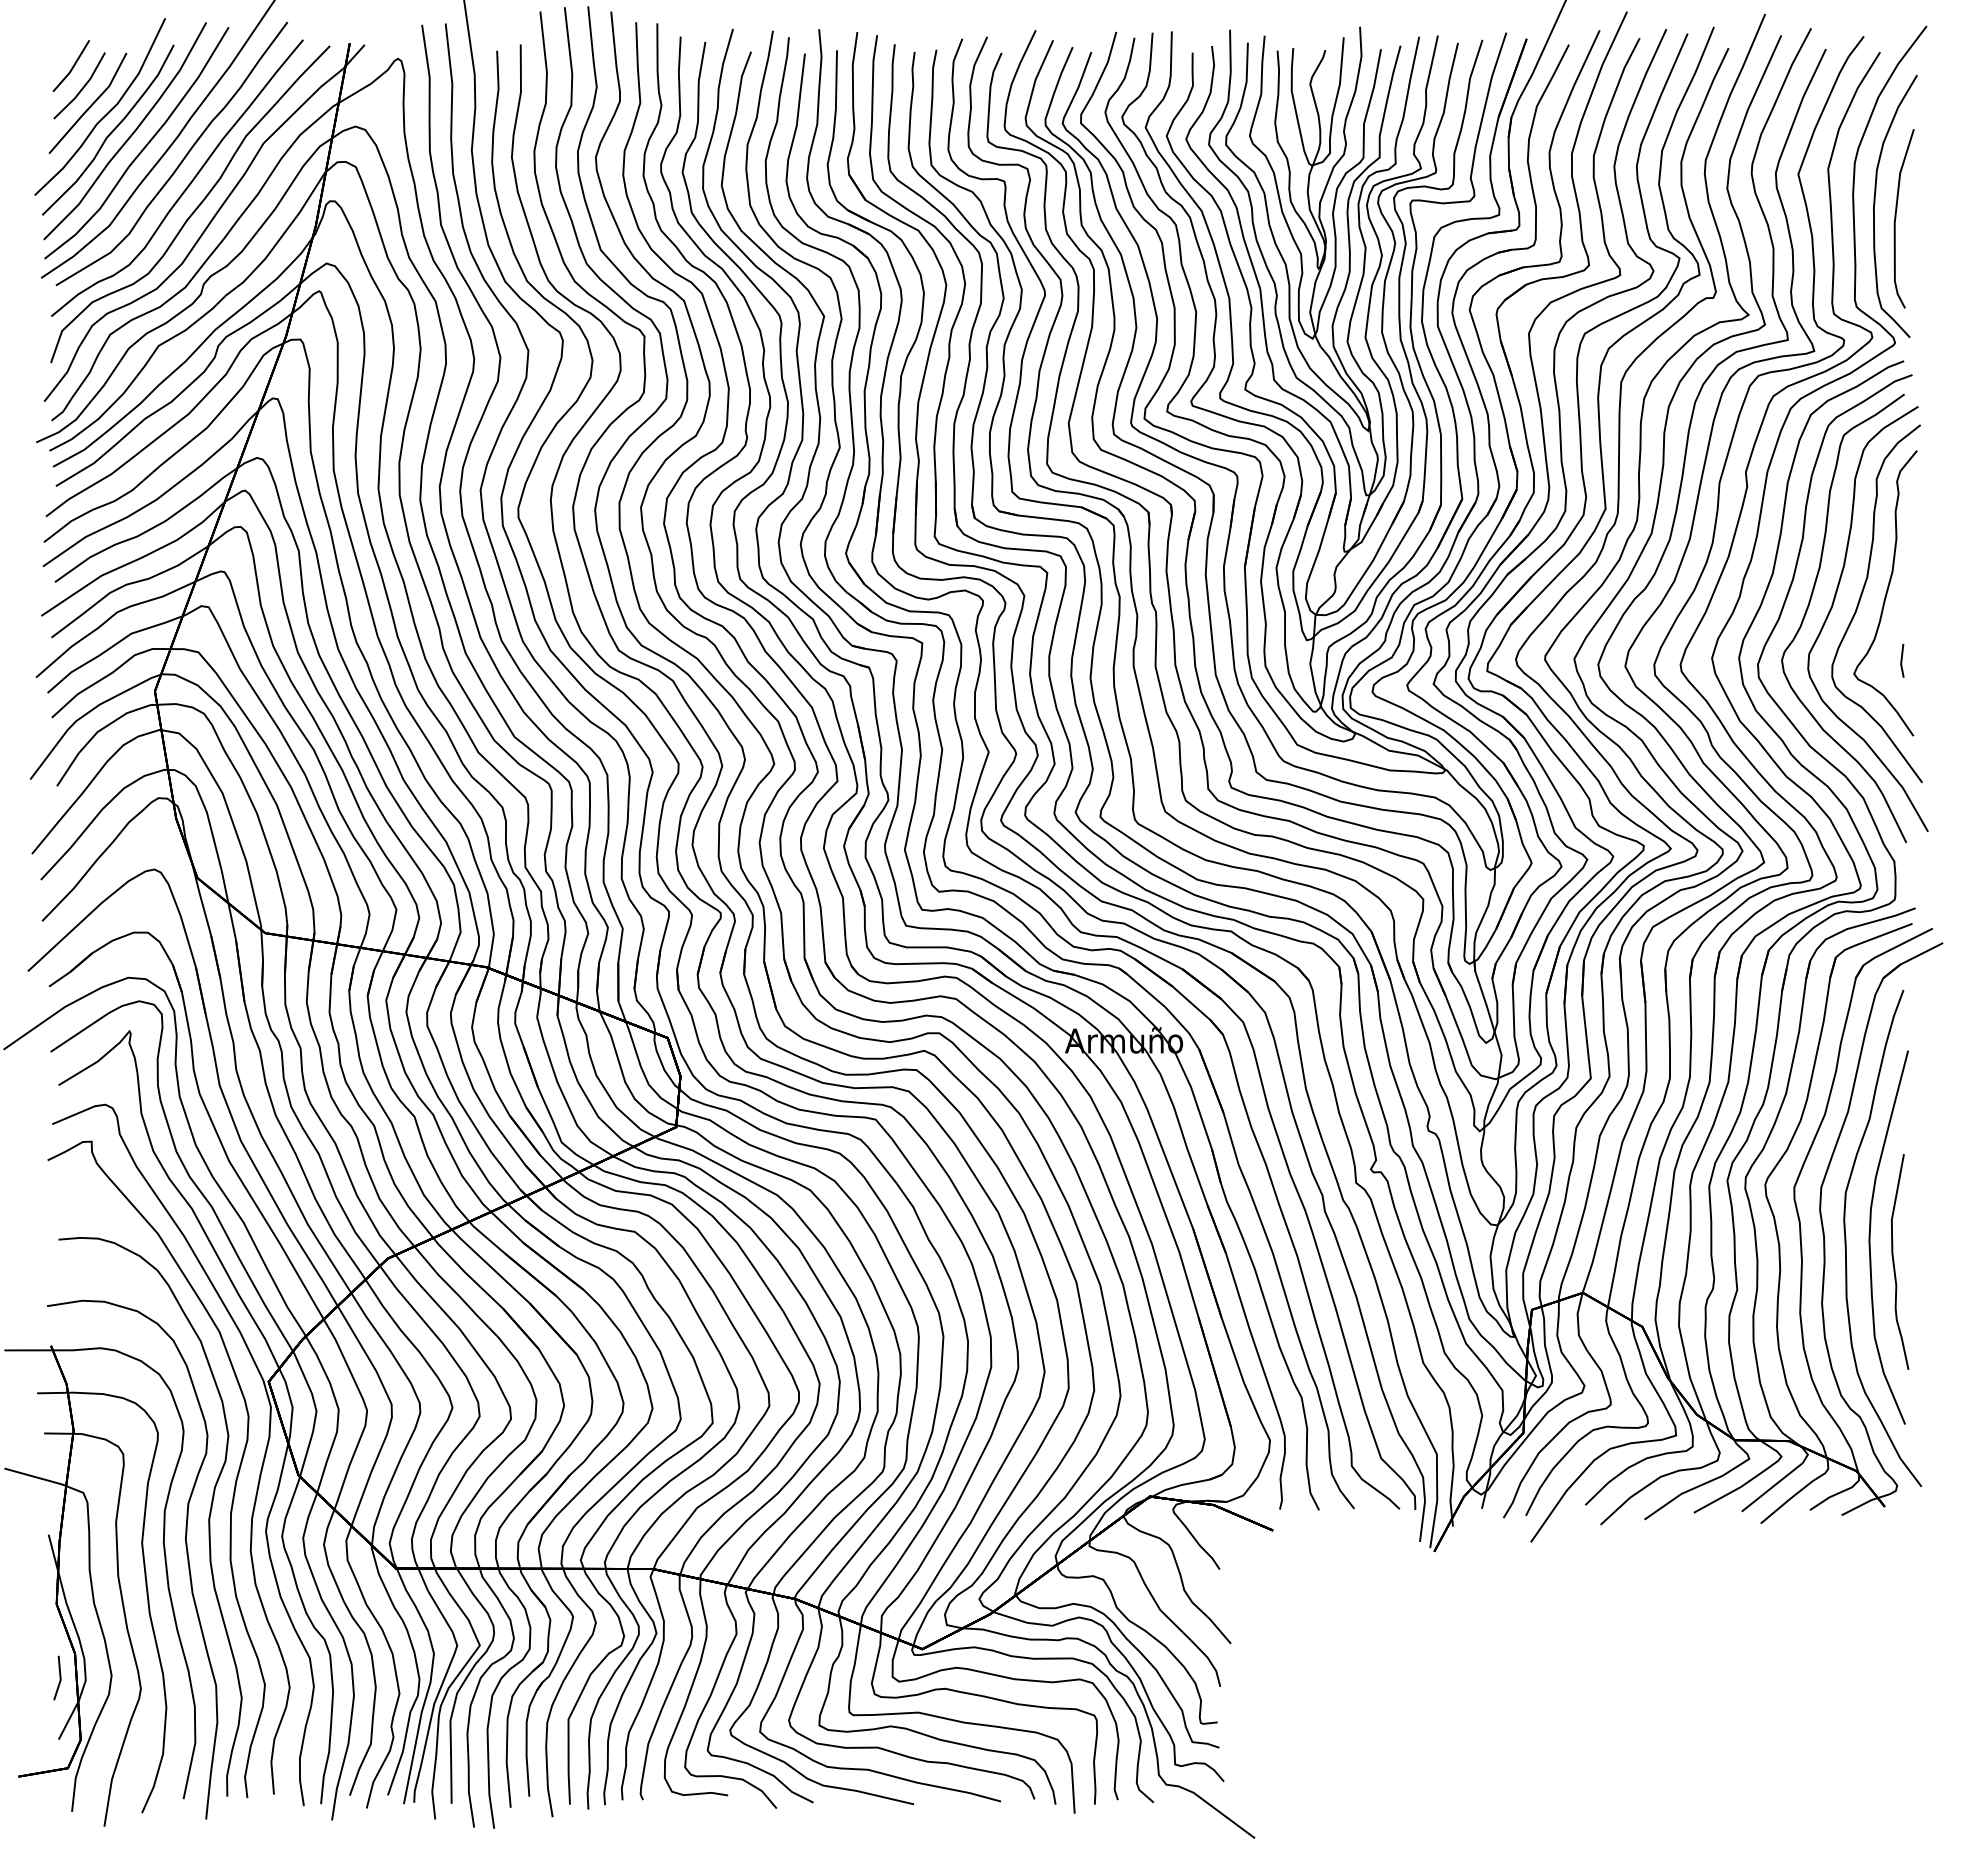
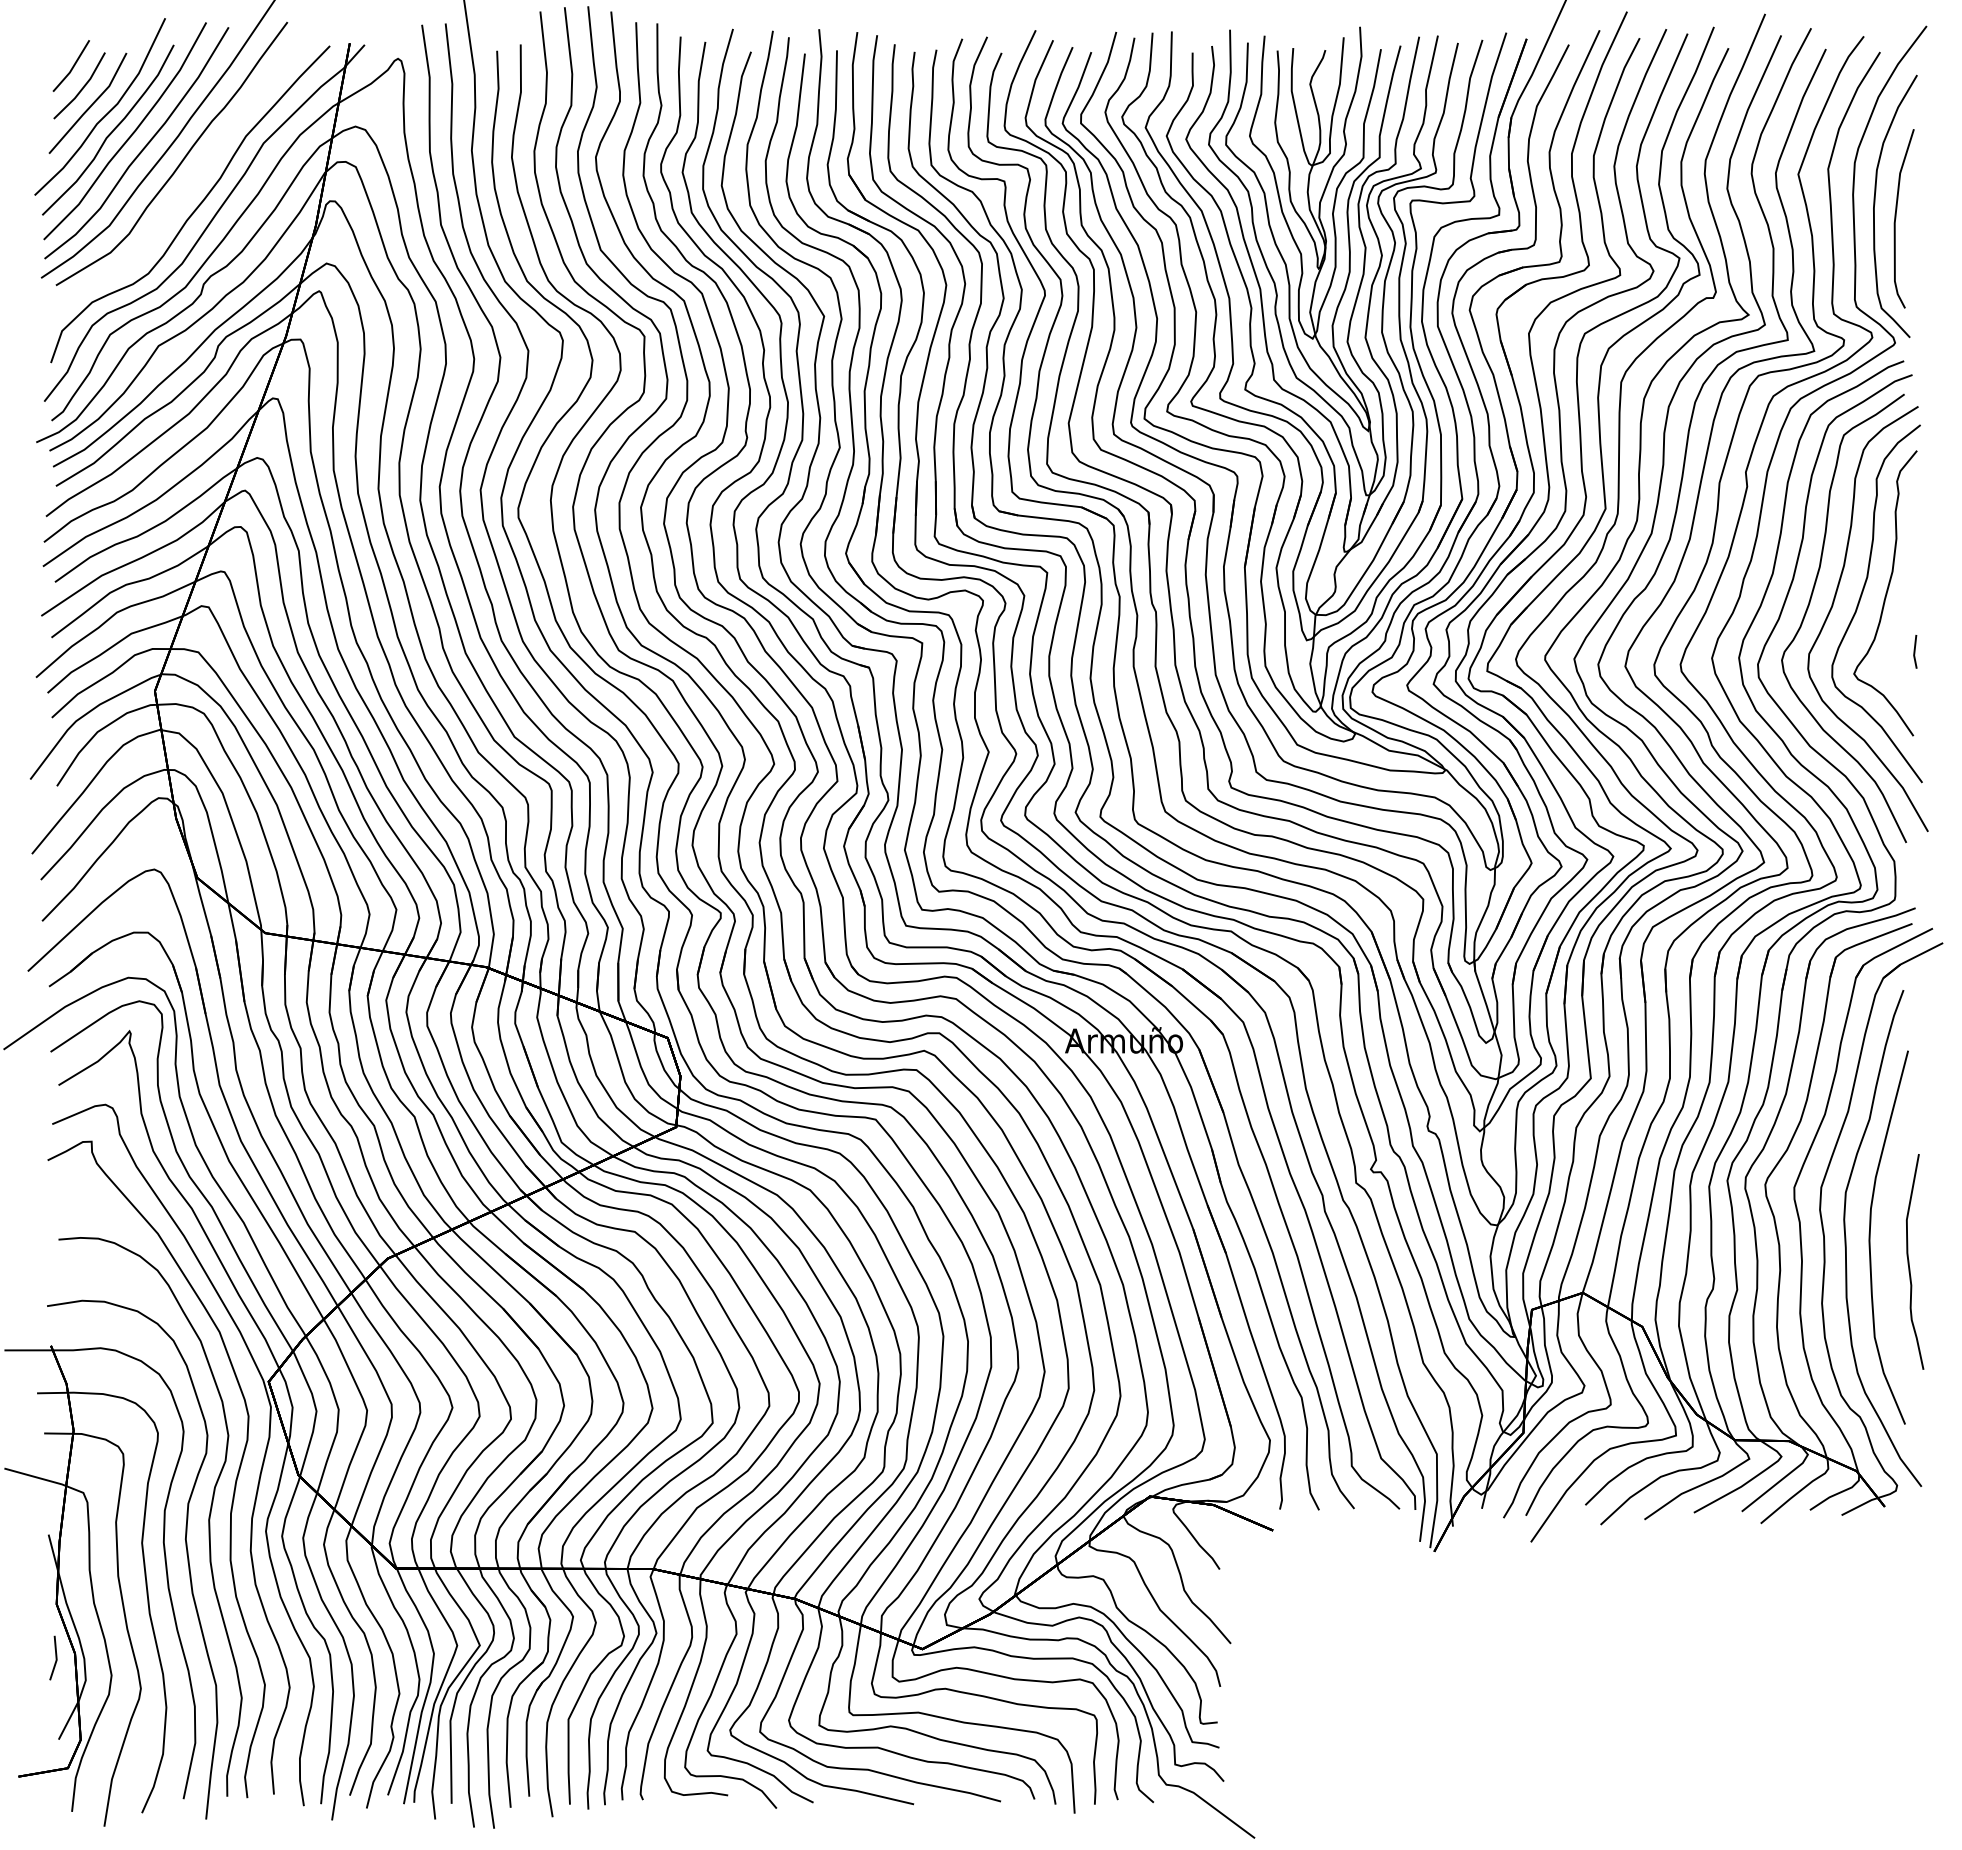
curve at (187, 185): present -> none
part at (1902, 660) position: (1902, 660) -> (1915, 651)
curve at (1894, 1261) position: (1894, 1261) -> (1909, 1261)
line at (59, 1677) position: (59, 1677) -> (55, 1657)
